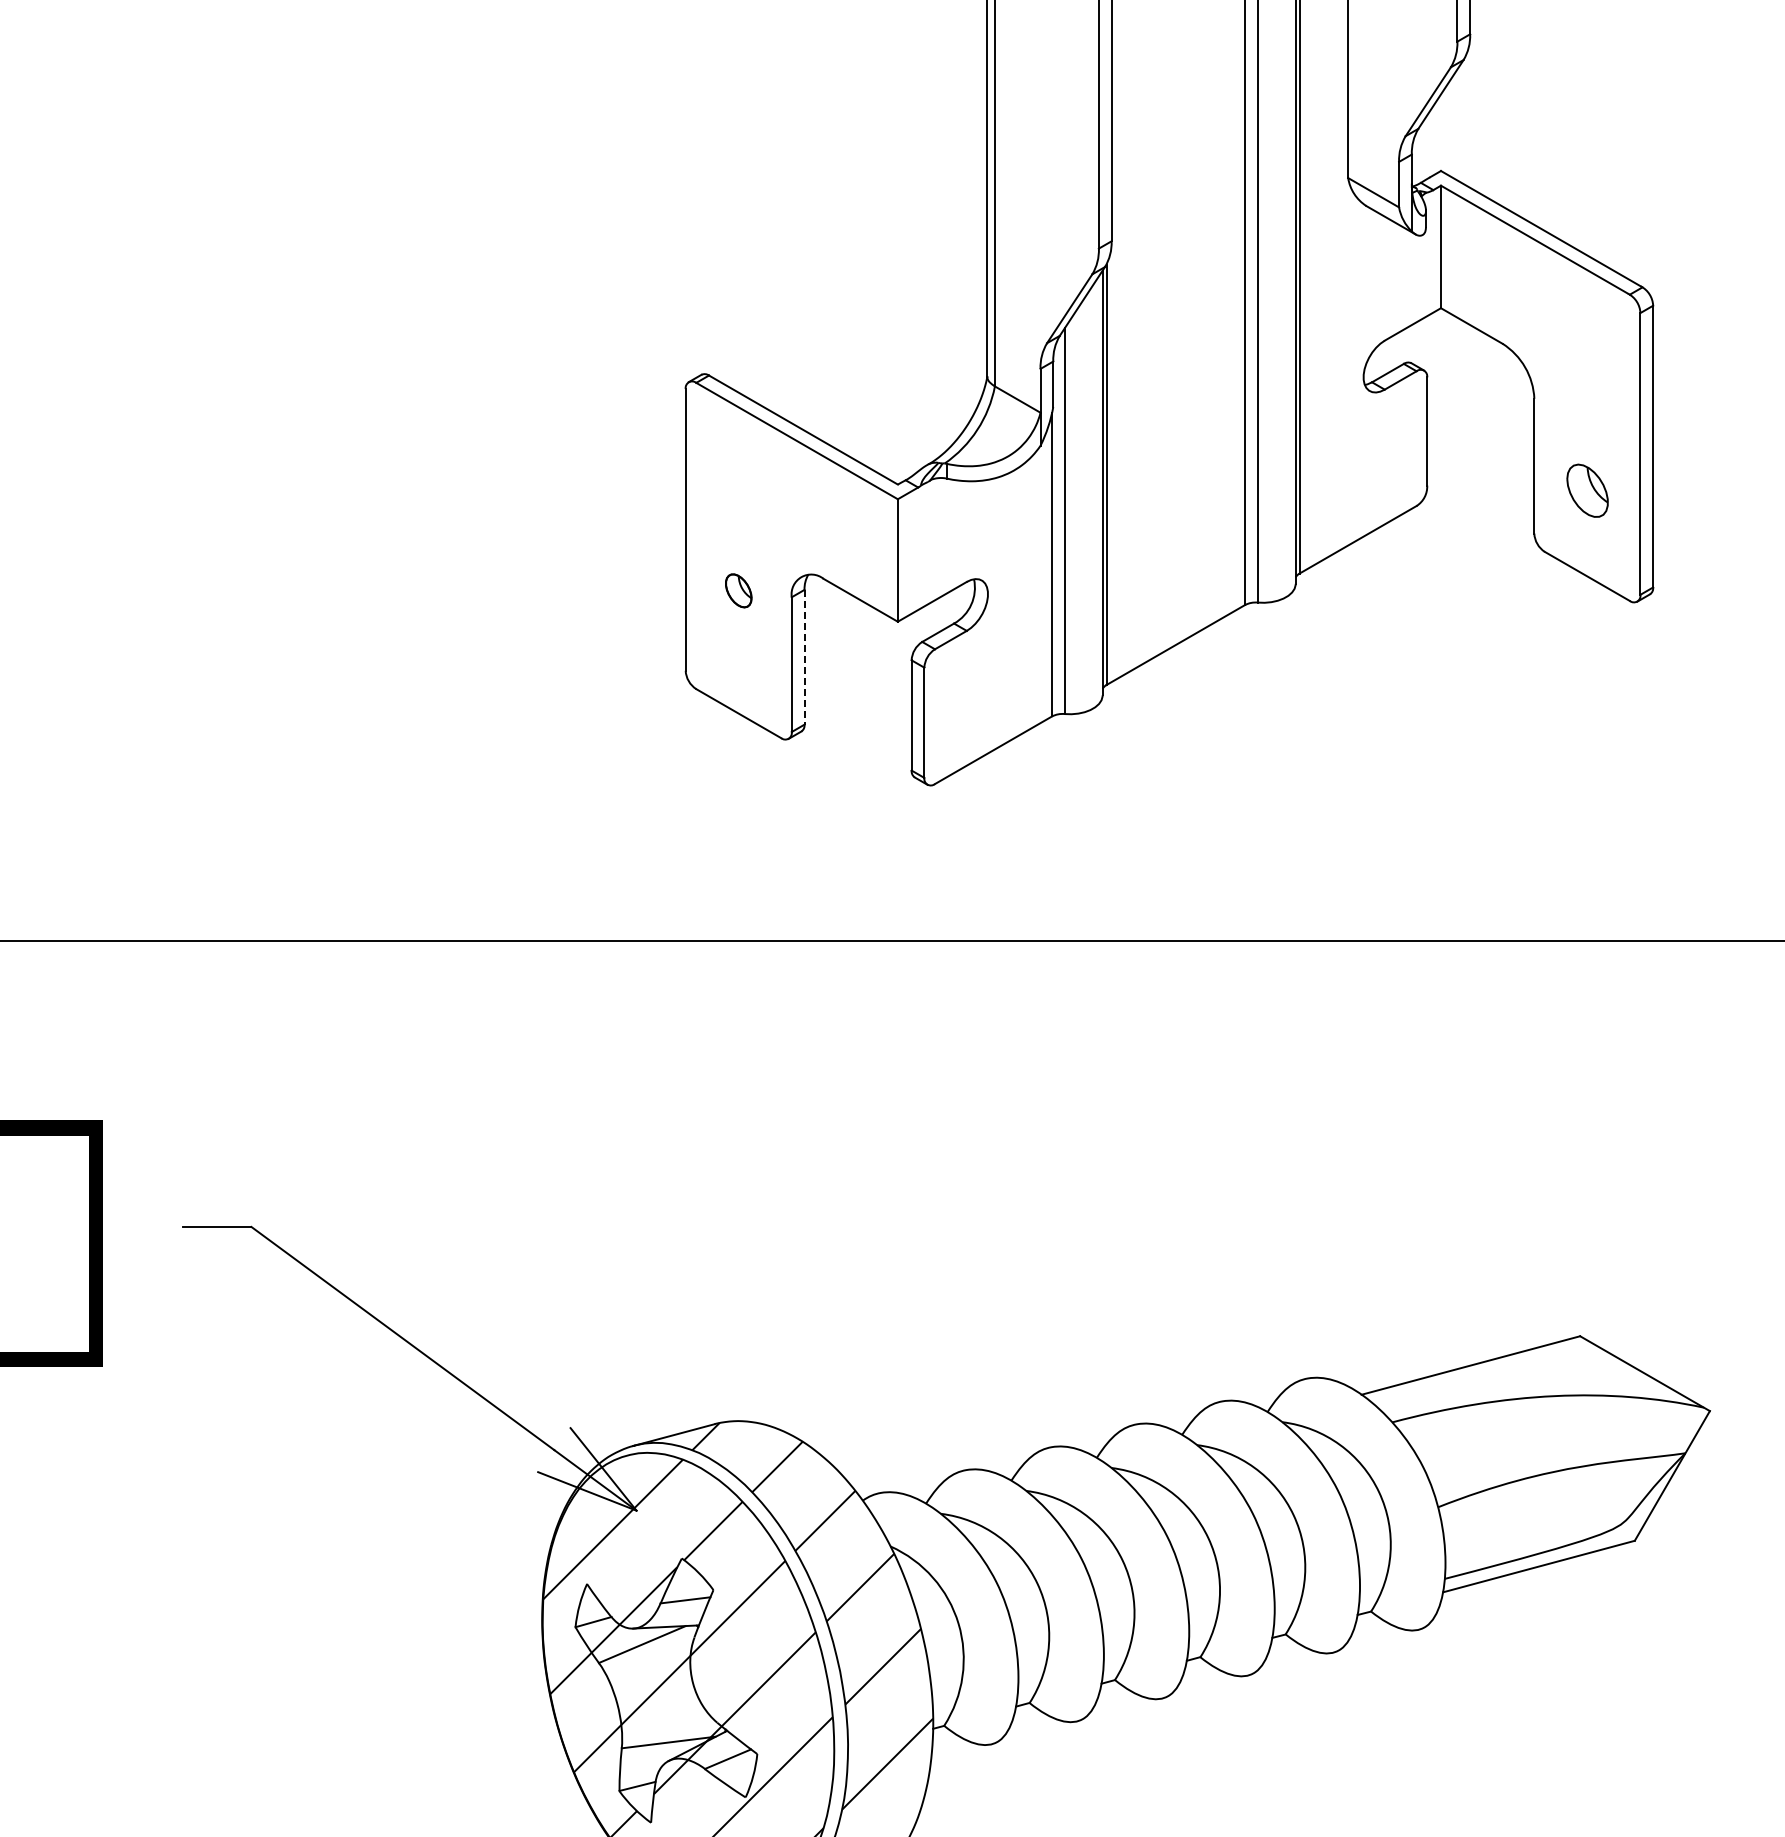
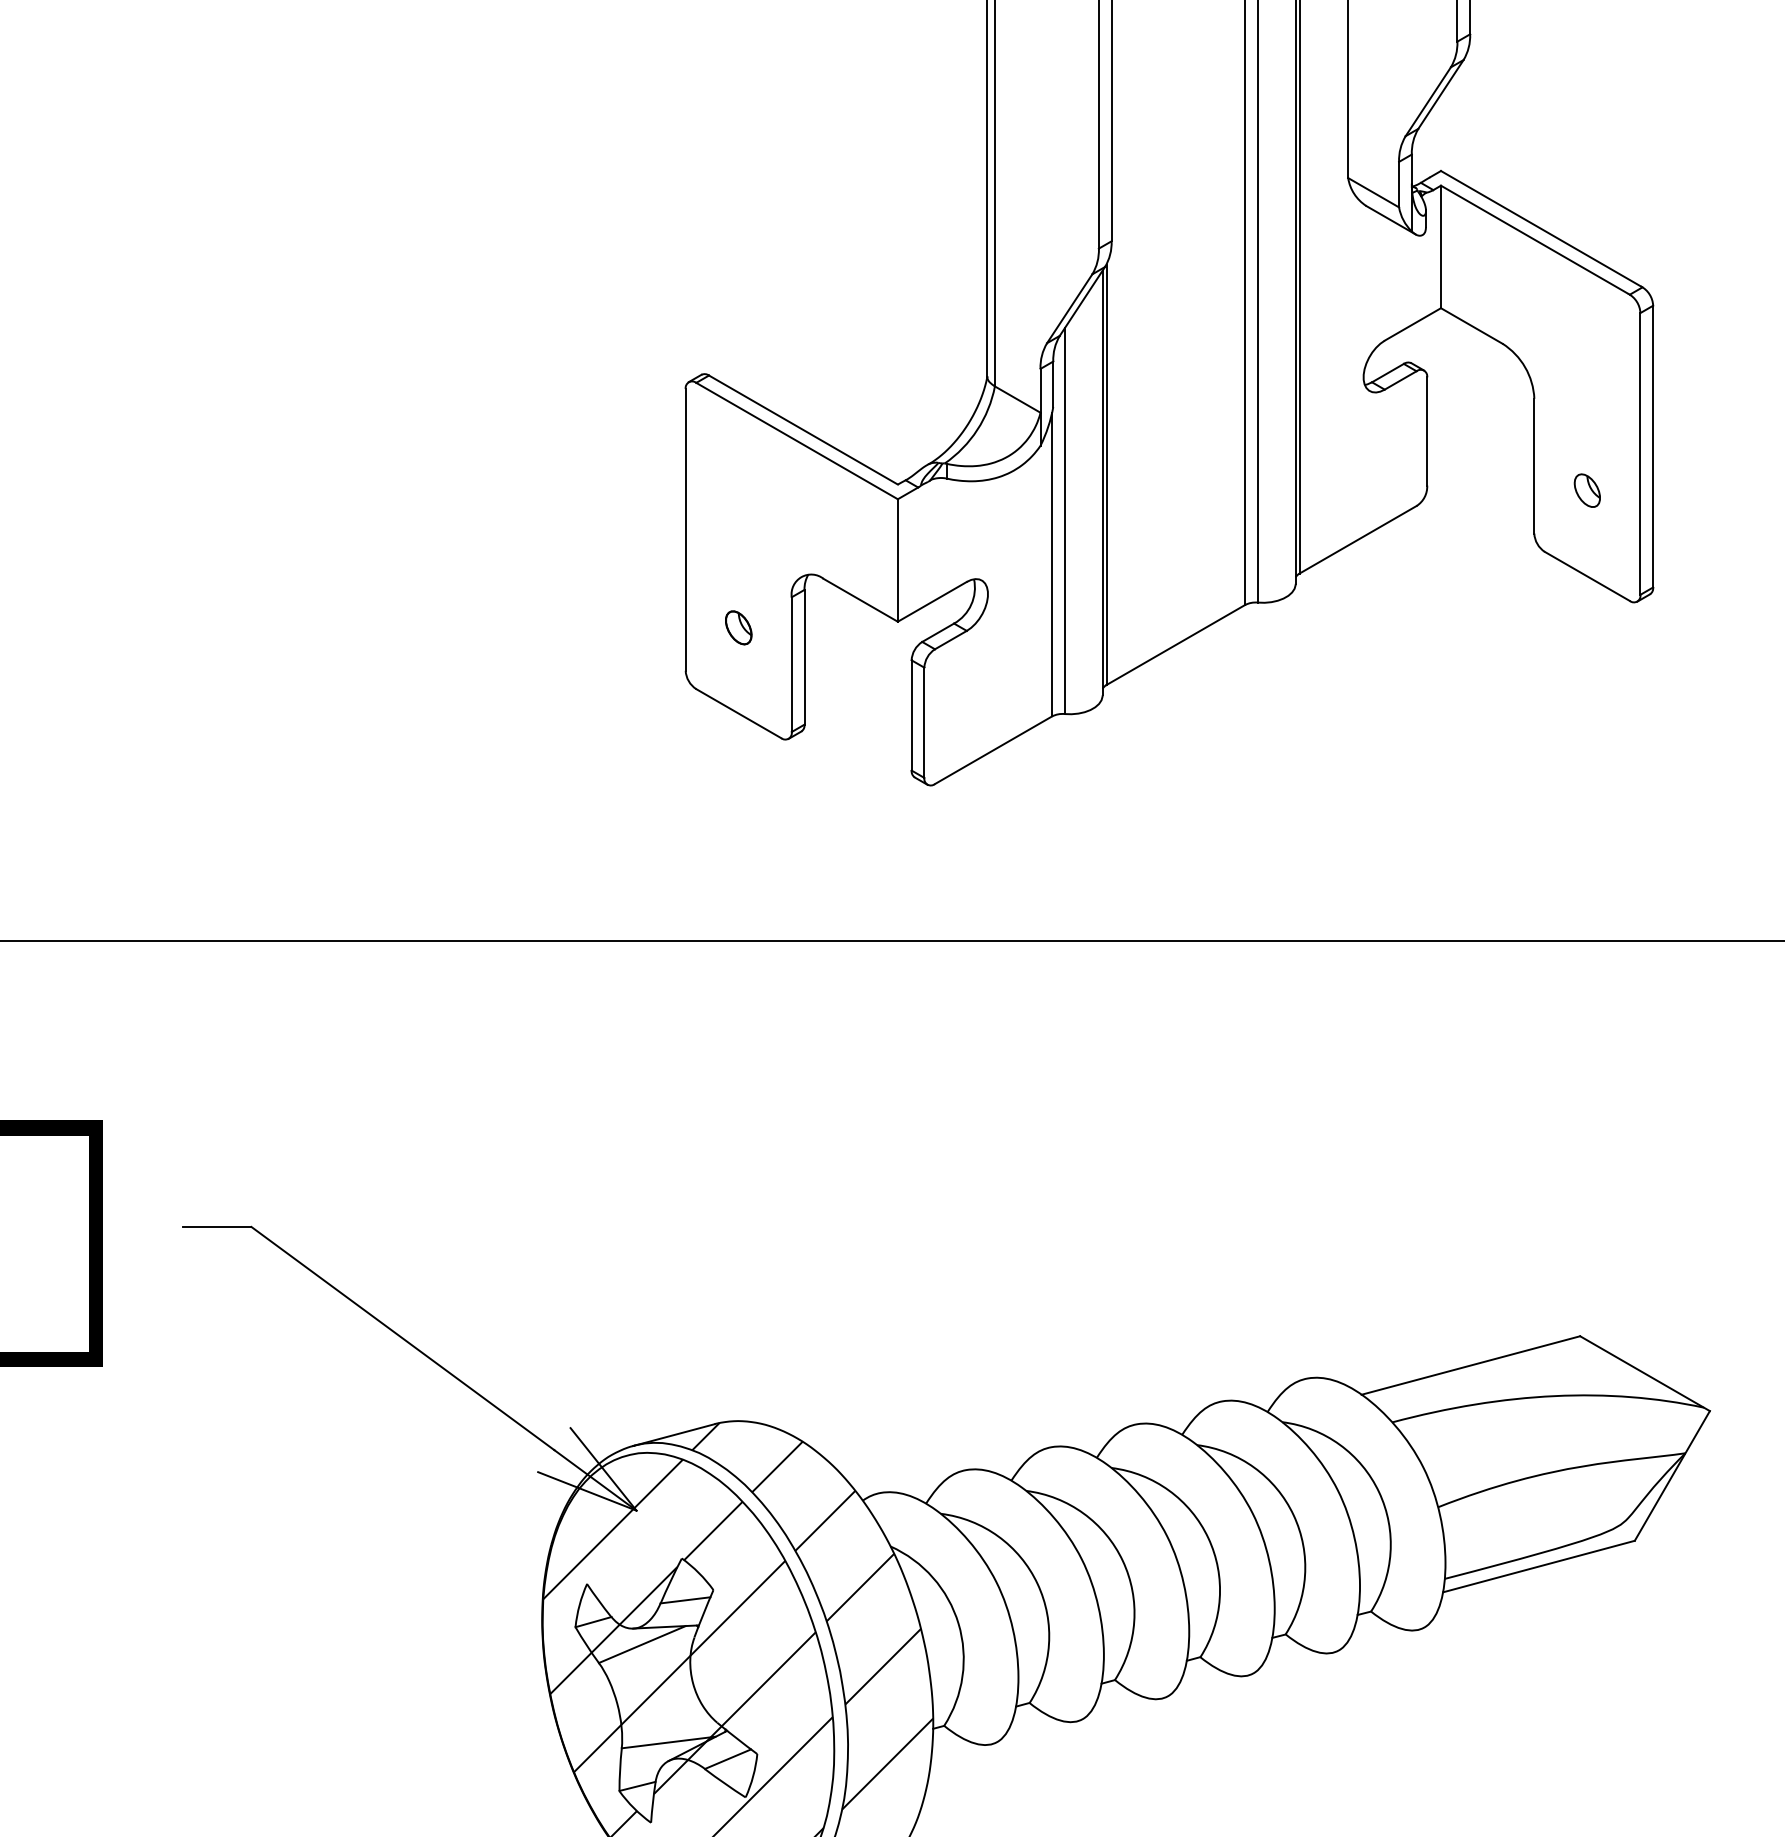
part at (1587, 490) size: 43x55 px -> 28x35 px
part at (738, 590) position: (738, 590) -> (738, 627)
line at (804, 657): dashed -> solid
